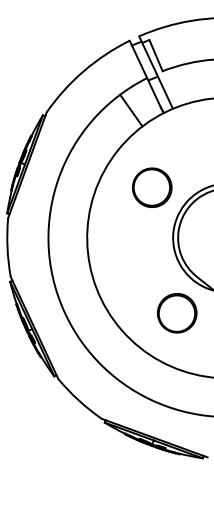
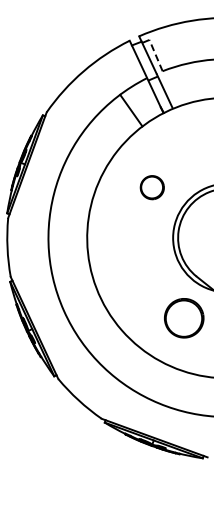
line at (156, 55): solid -> dashed
part at (152, 187) size: 41x41 px -> 26x26 px
part at (177, 313) position: (177, 313) -> (184, 318)
